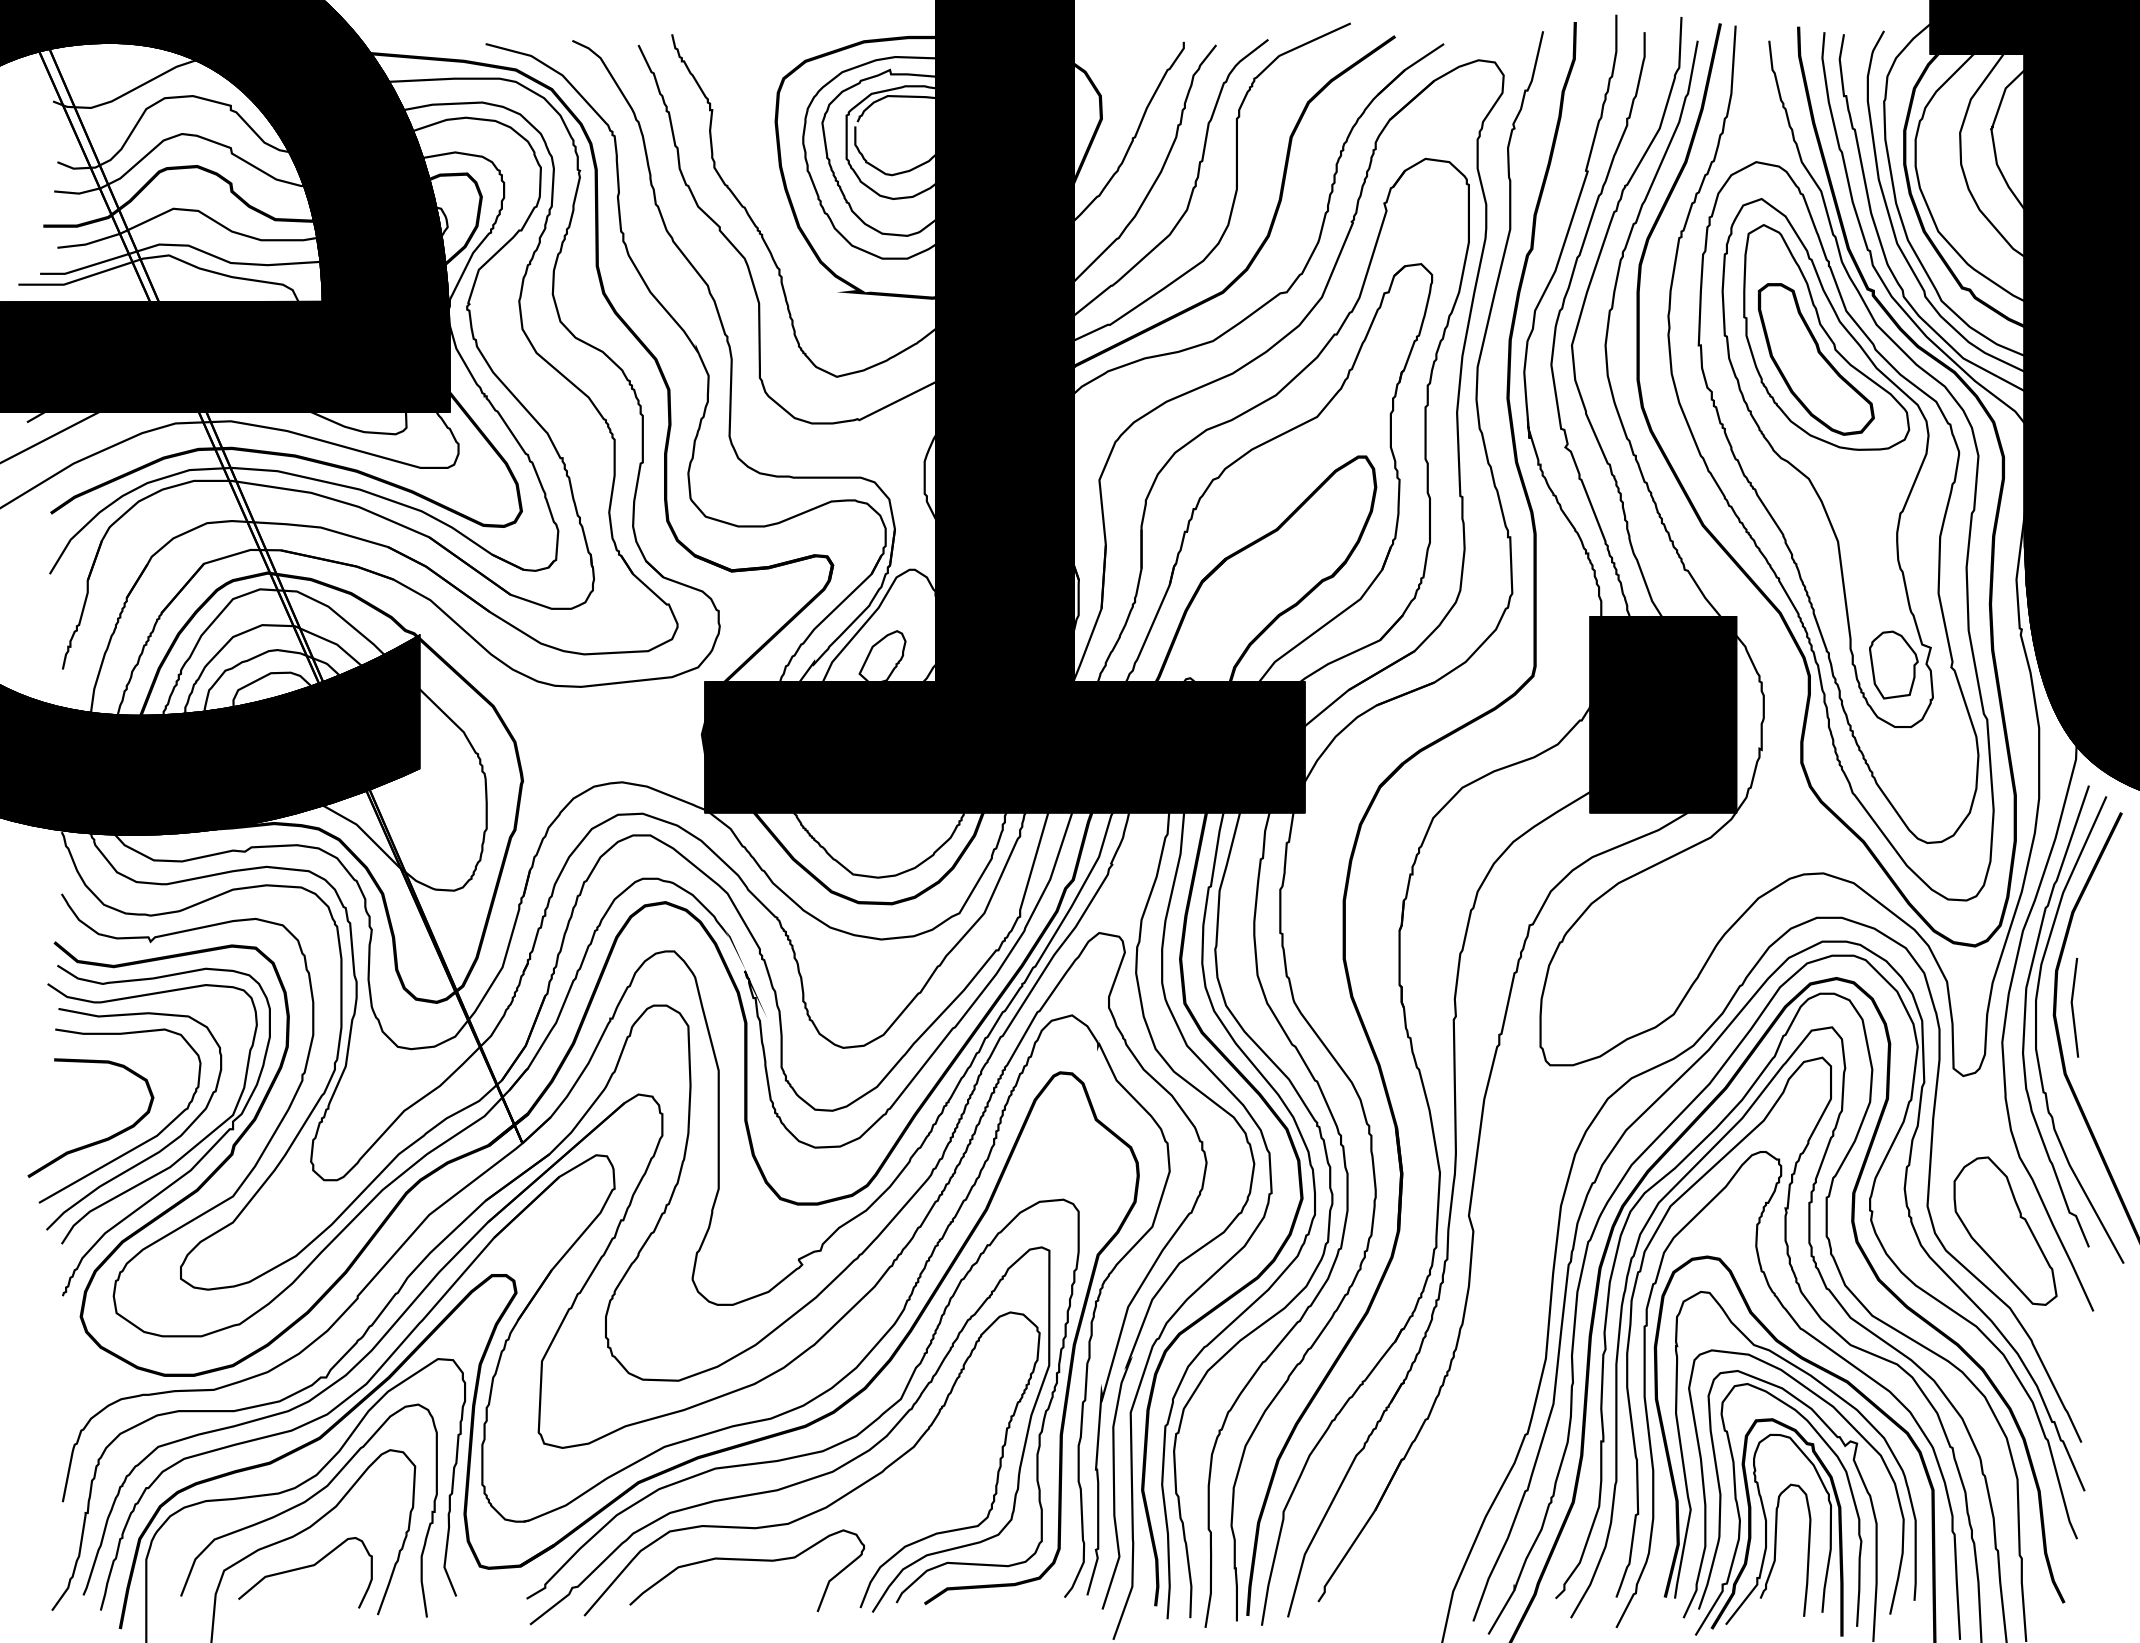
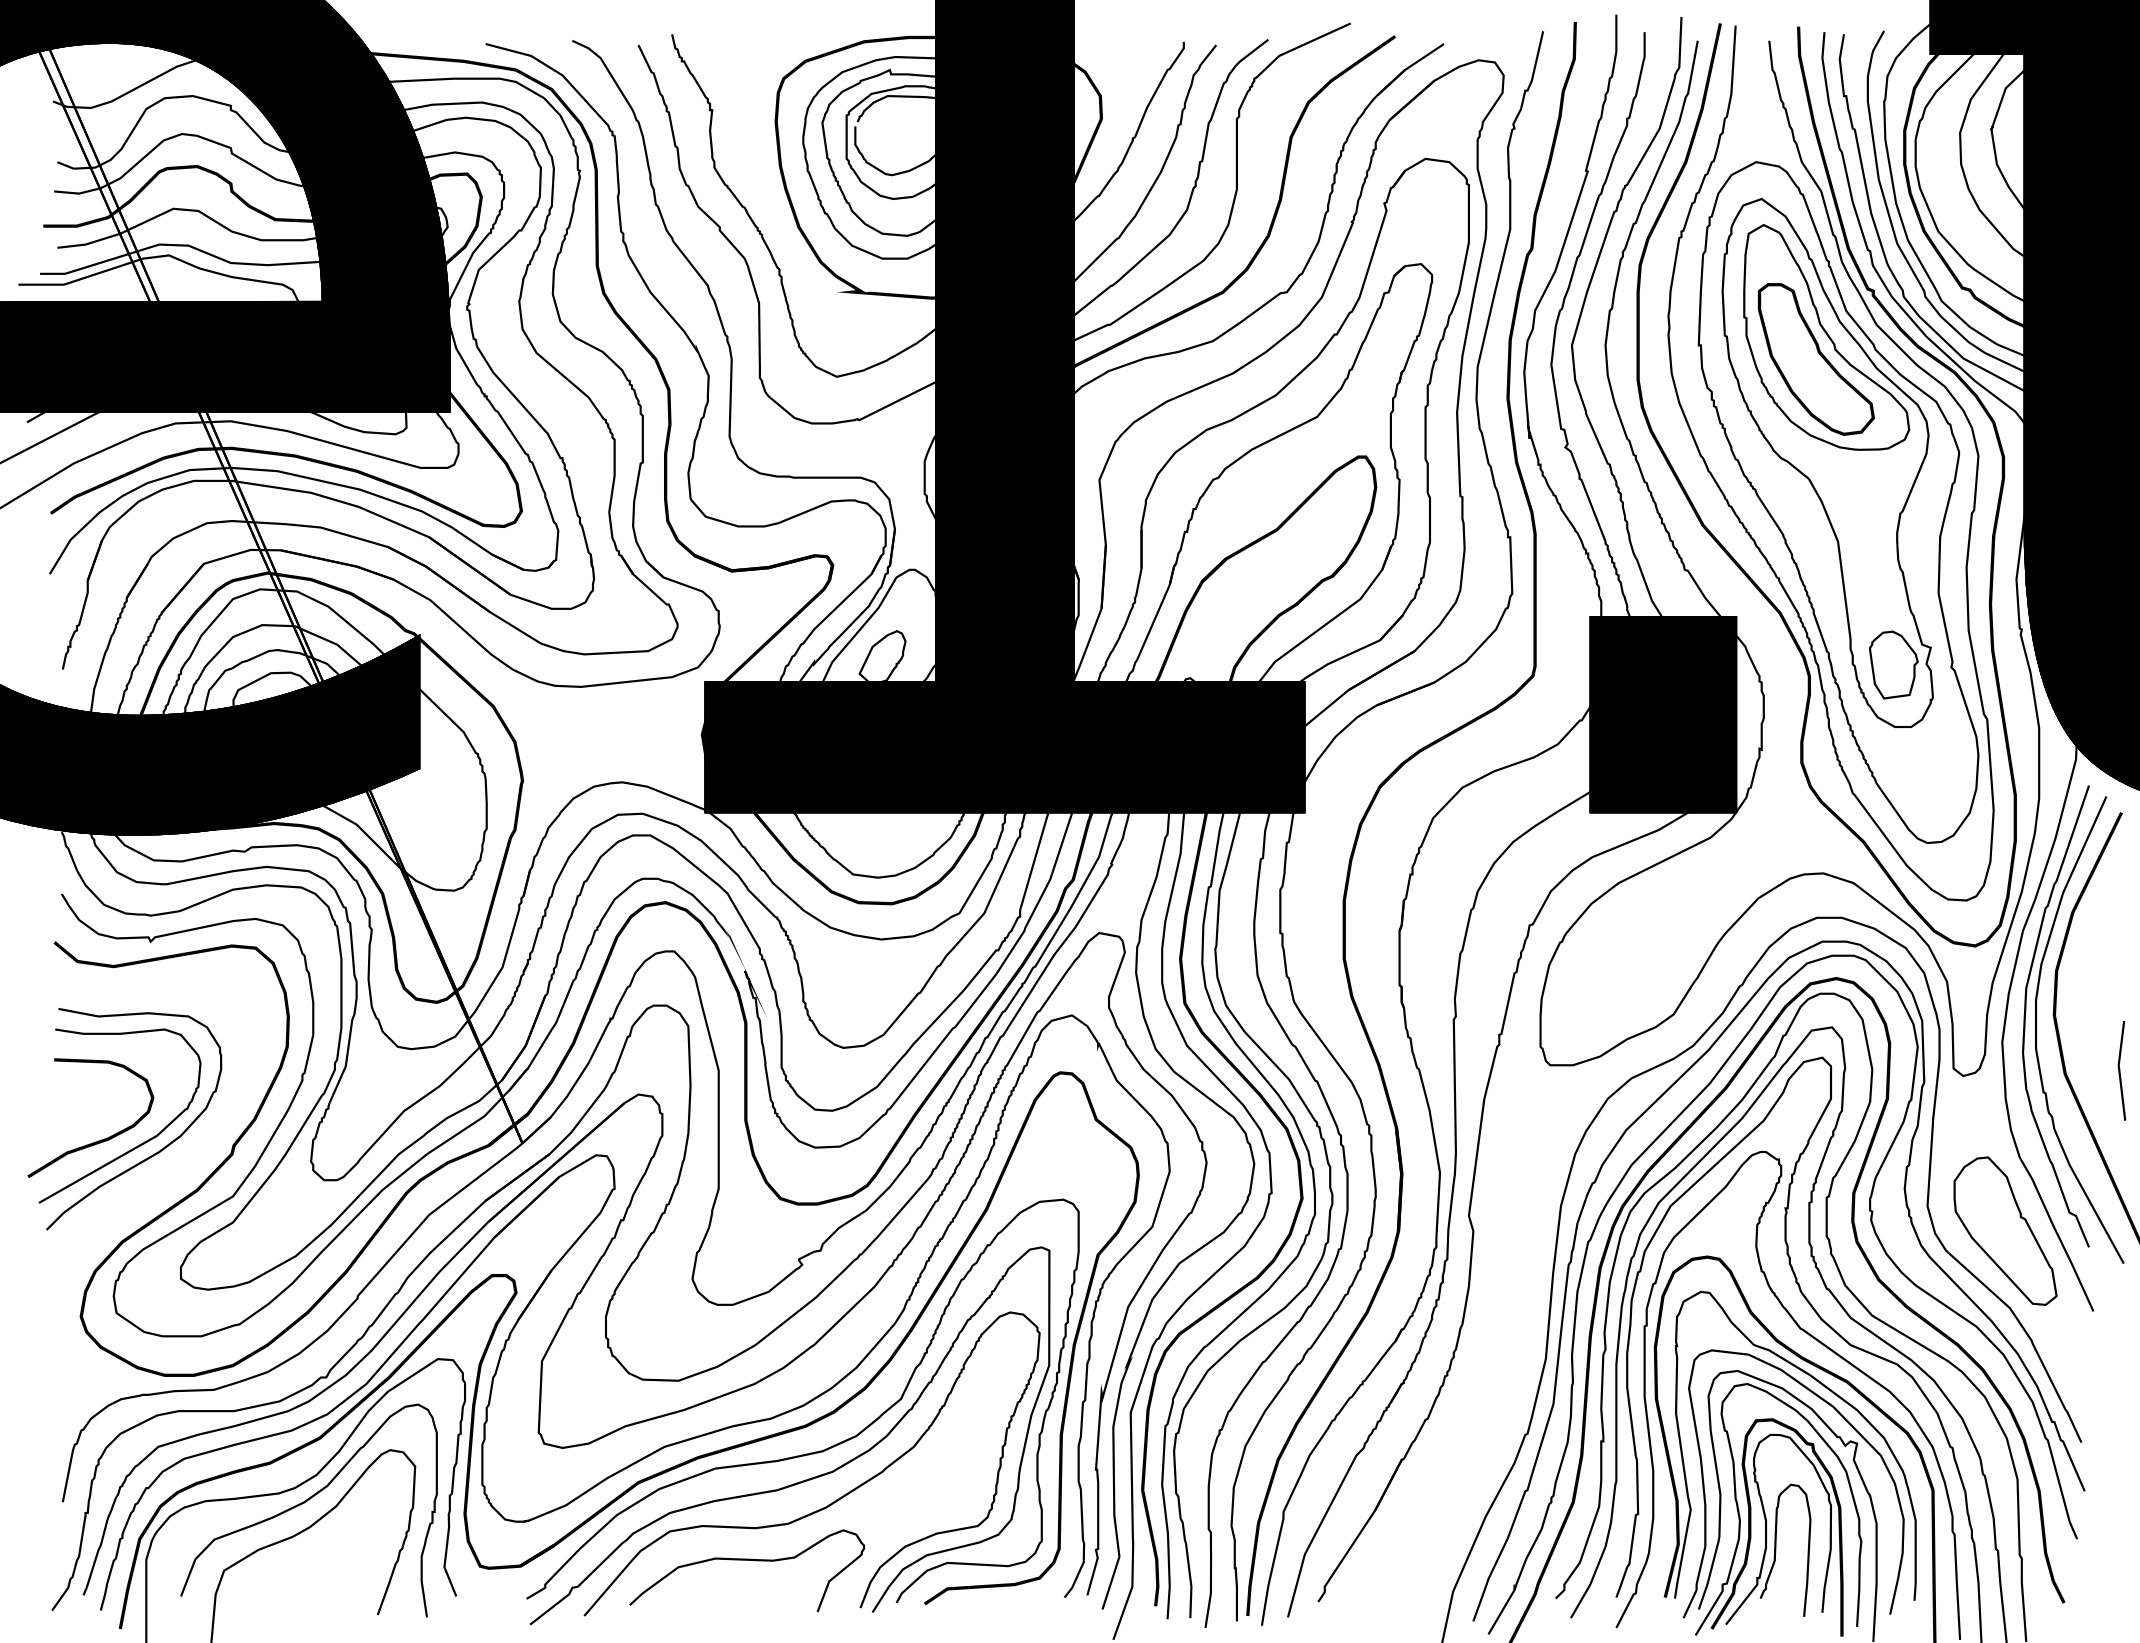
line at (2073, 1007) position: (2073, 1007) -> (2120, 1070)
part at (178, 1158): present -> none
curve at (305, 1568): present -> none
